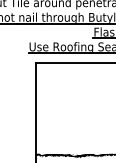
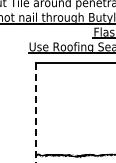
line at (36, 112): solid -> dashed
